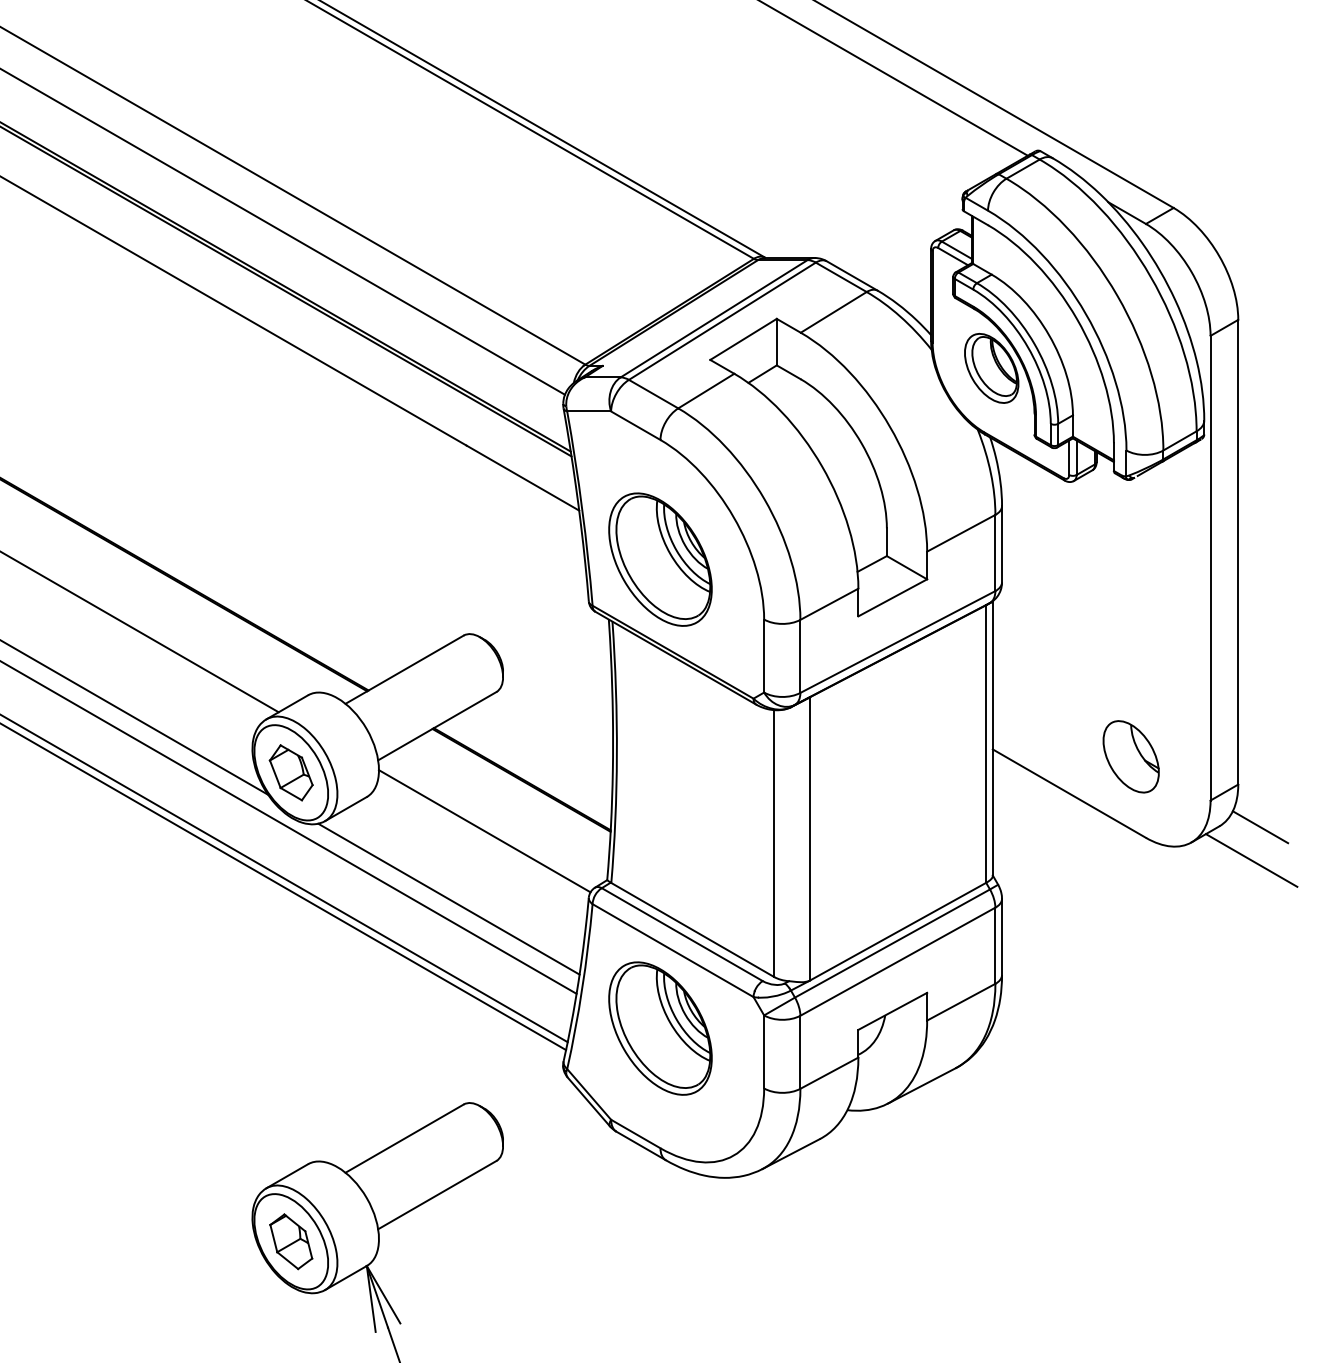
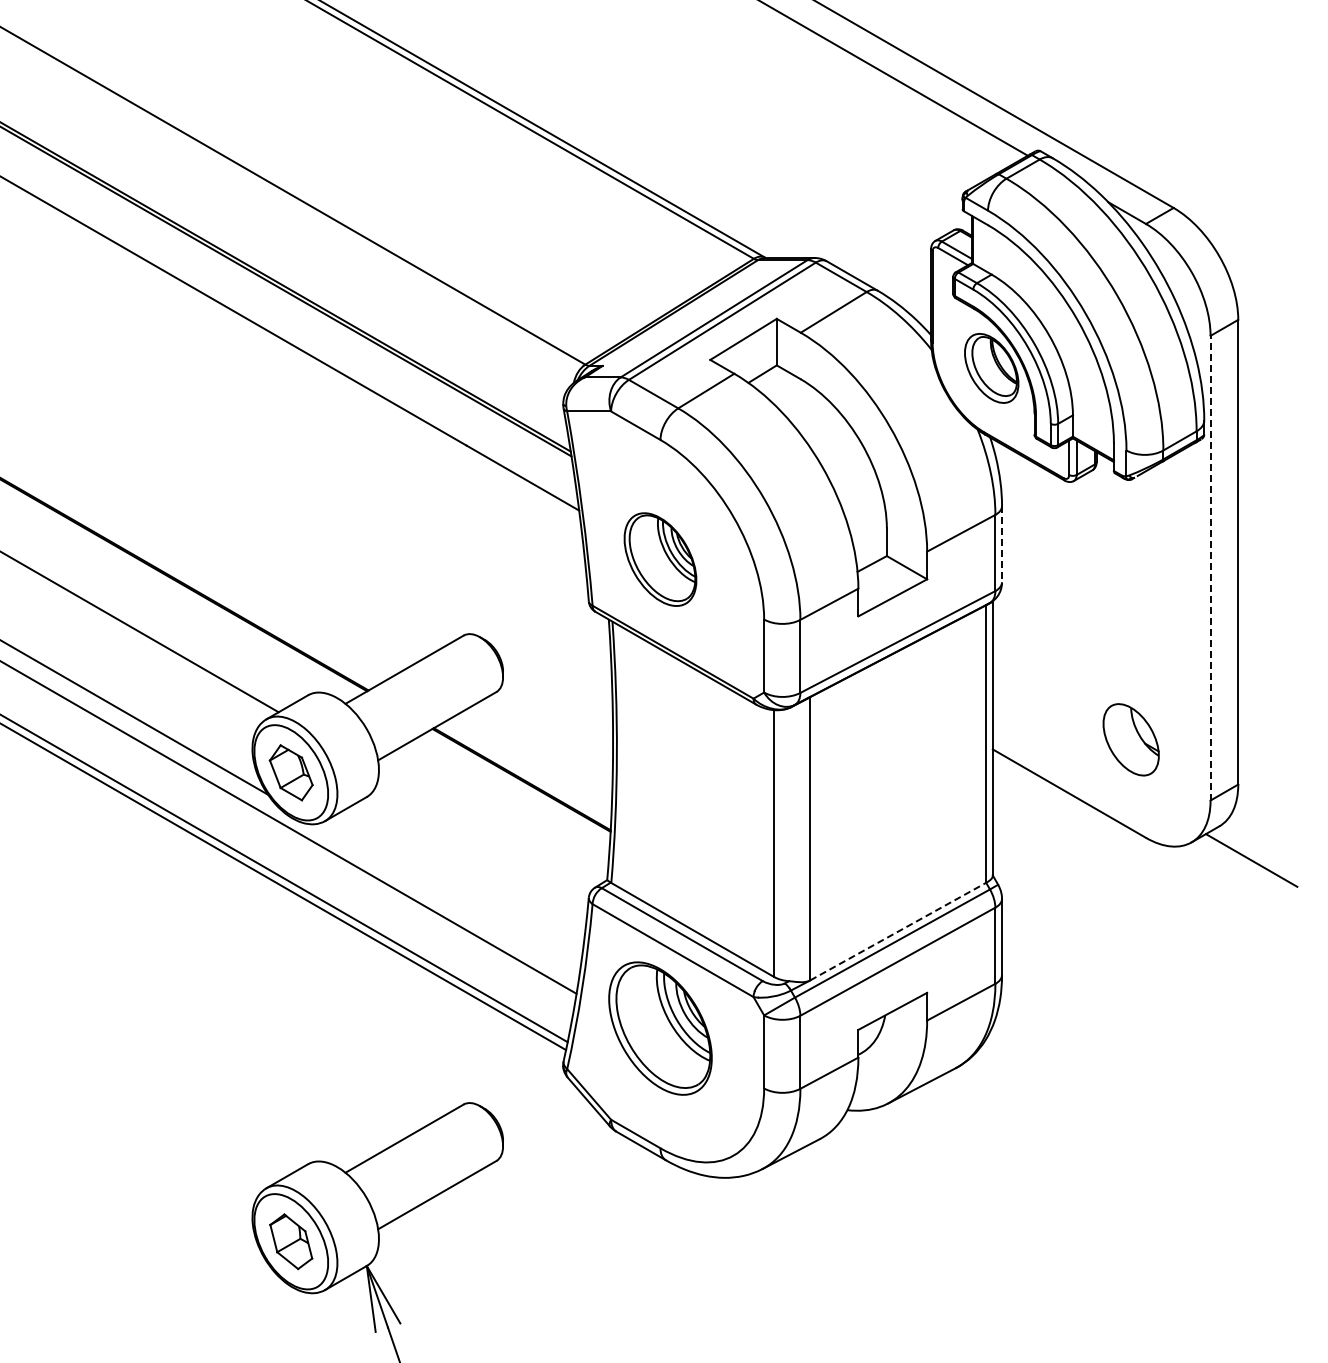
line at (283, 232): present -> none
line at (1002, 544): solid -> dashed
part at (660, 559) size: 105x135 px -> 75x95 px
line at (1210, 567): solid -> dashed
part at (1130, 756) position: (1130, 756) -> (1130, 739)
line at (1260, 827): present -> none
line at (484, 831): present -> none
line at (448, 898): present -> none
line at (898, 931): solid -> dashed
